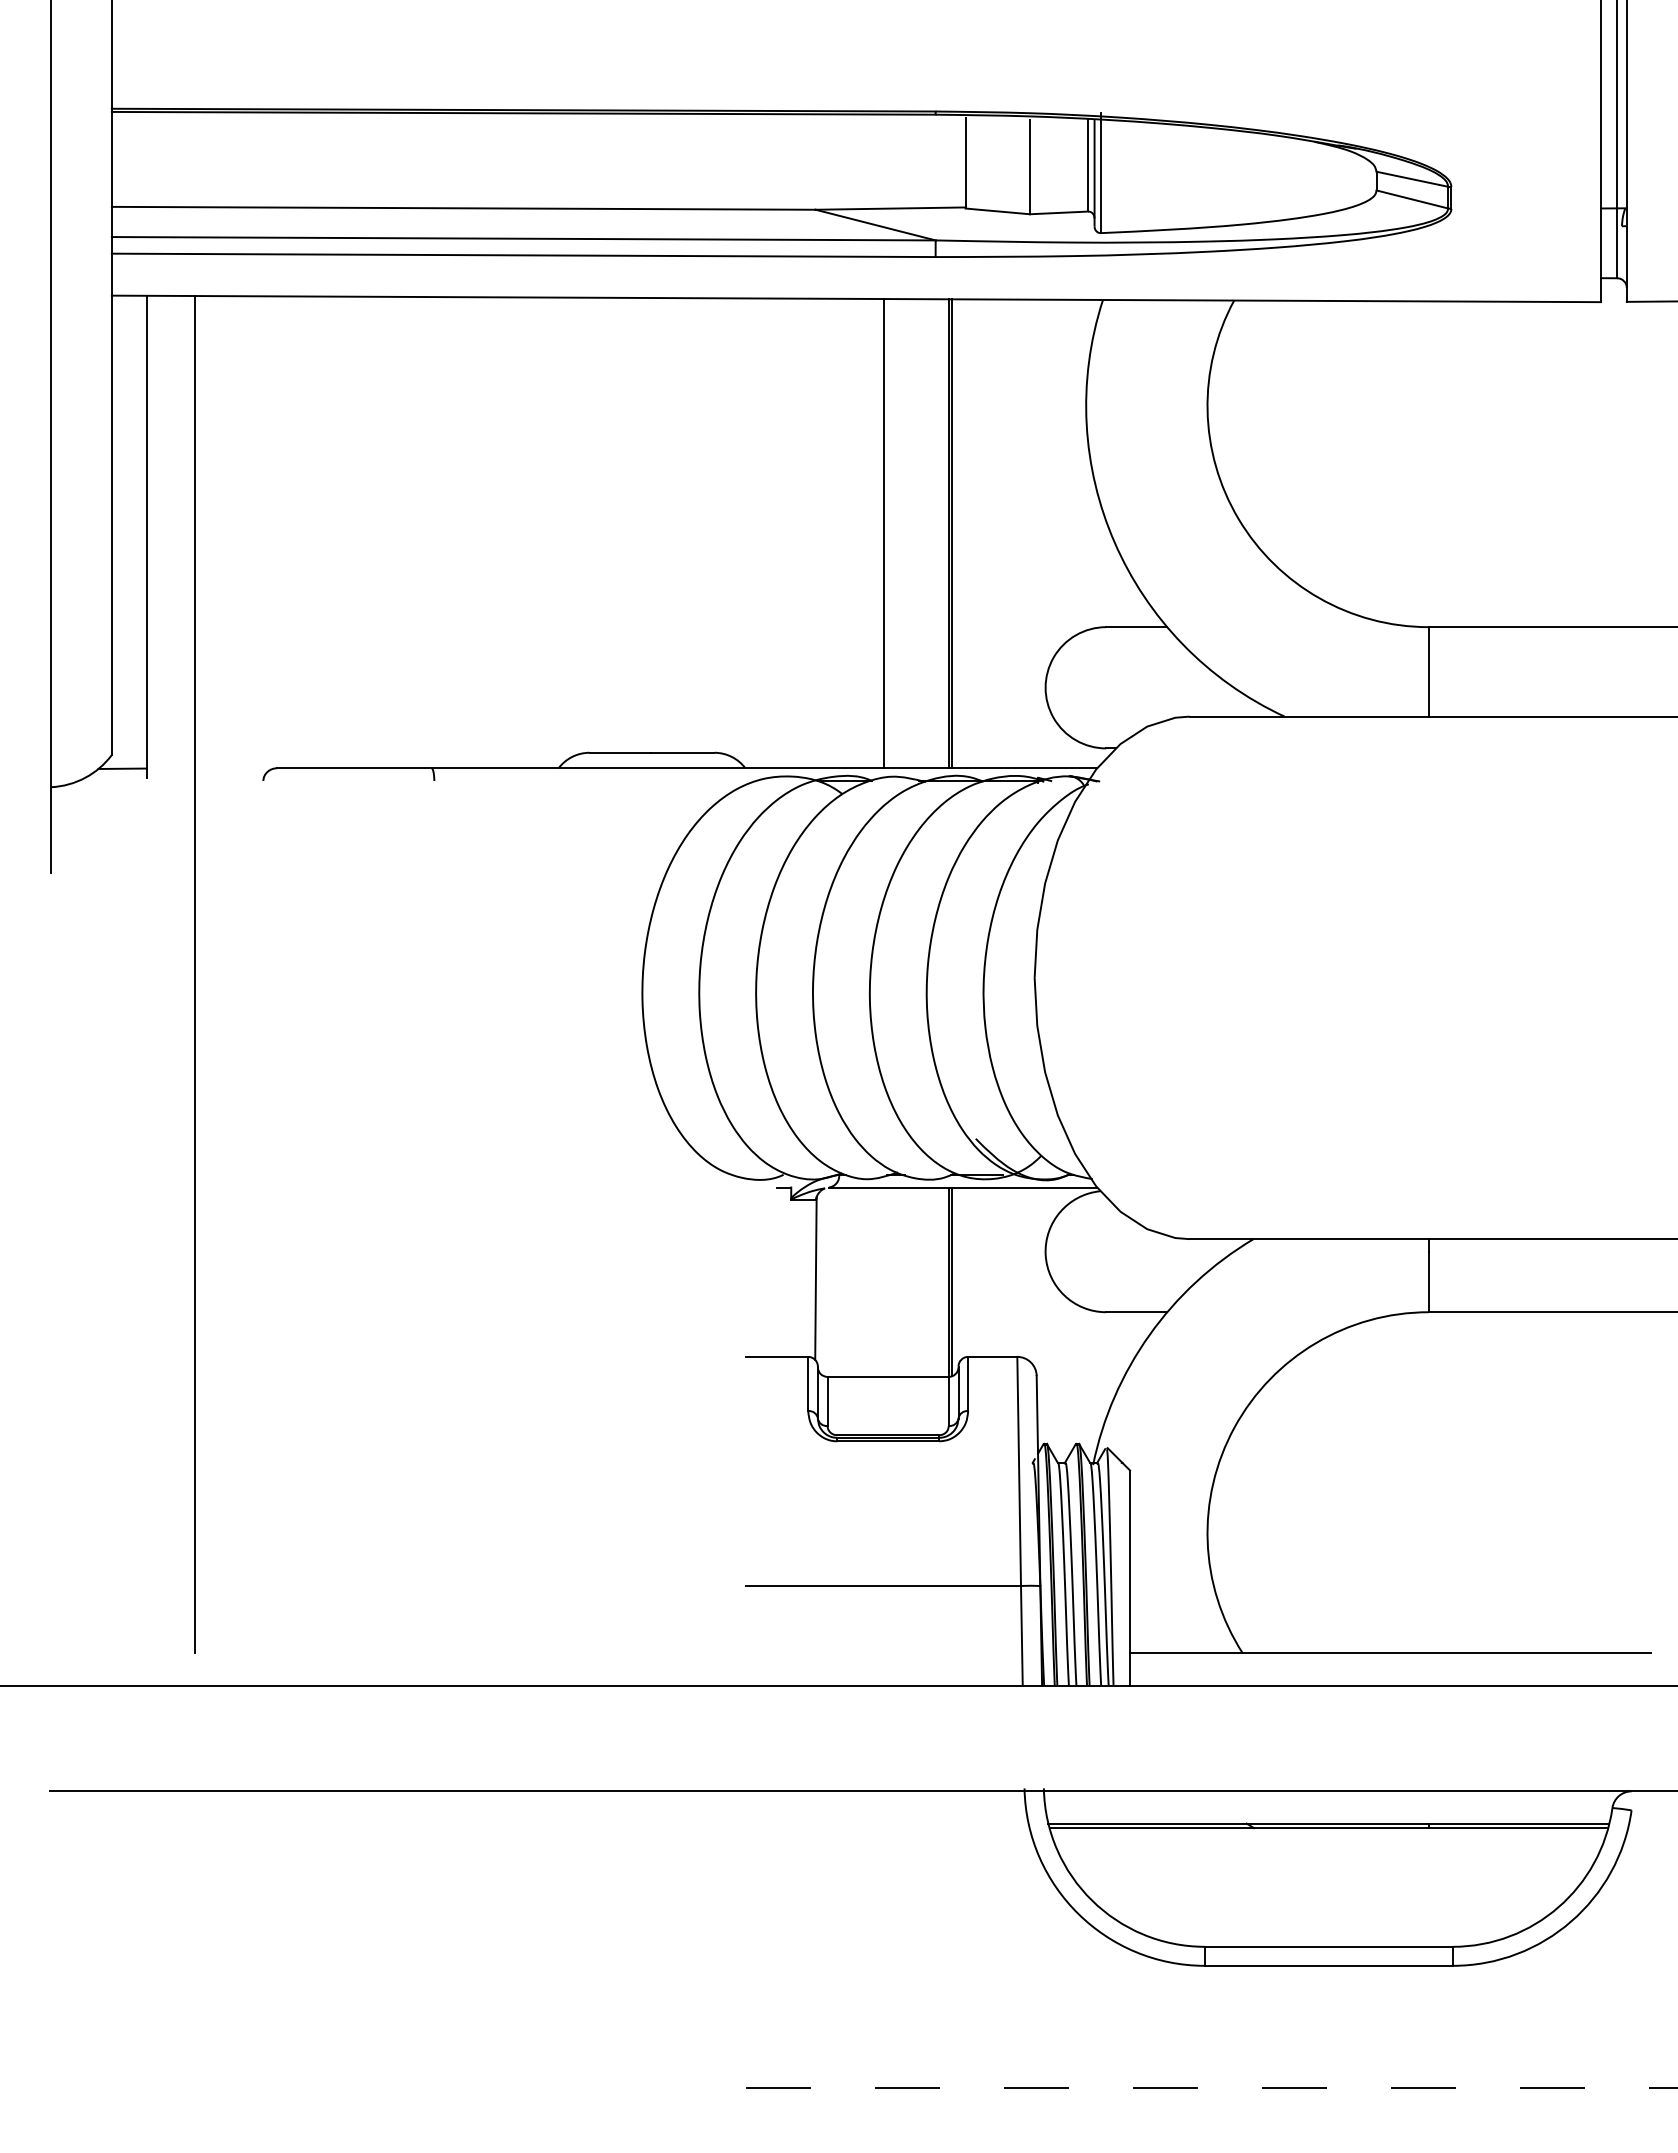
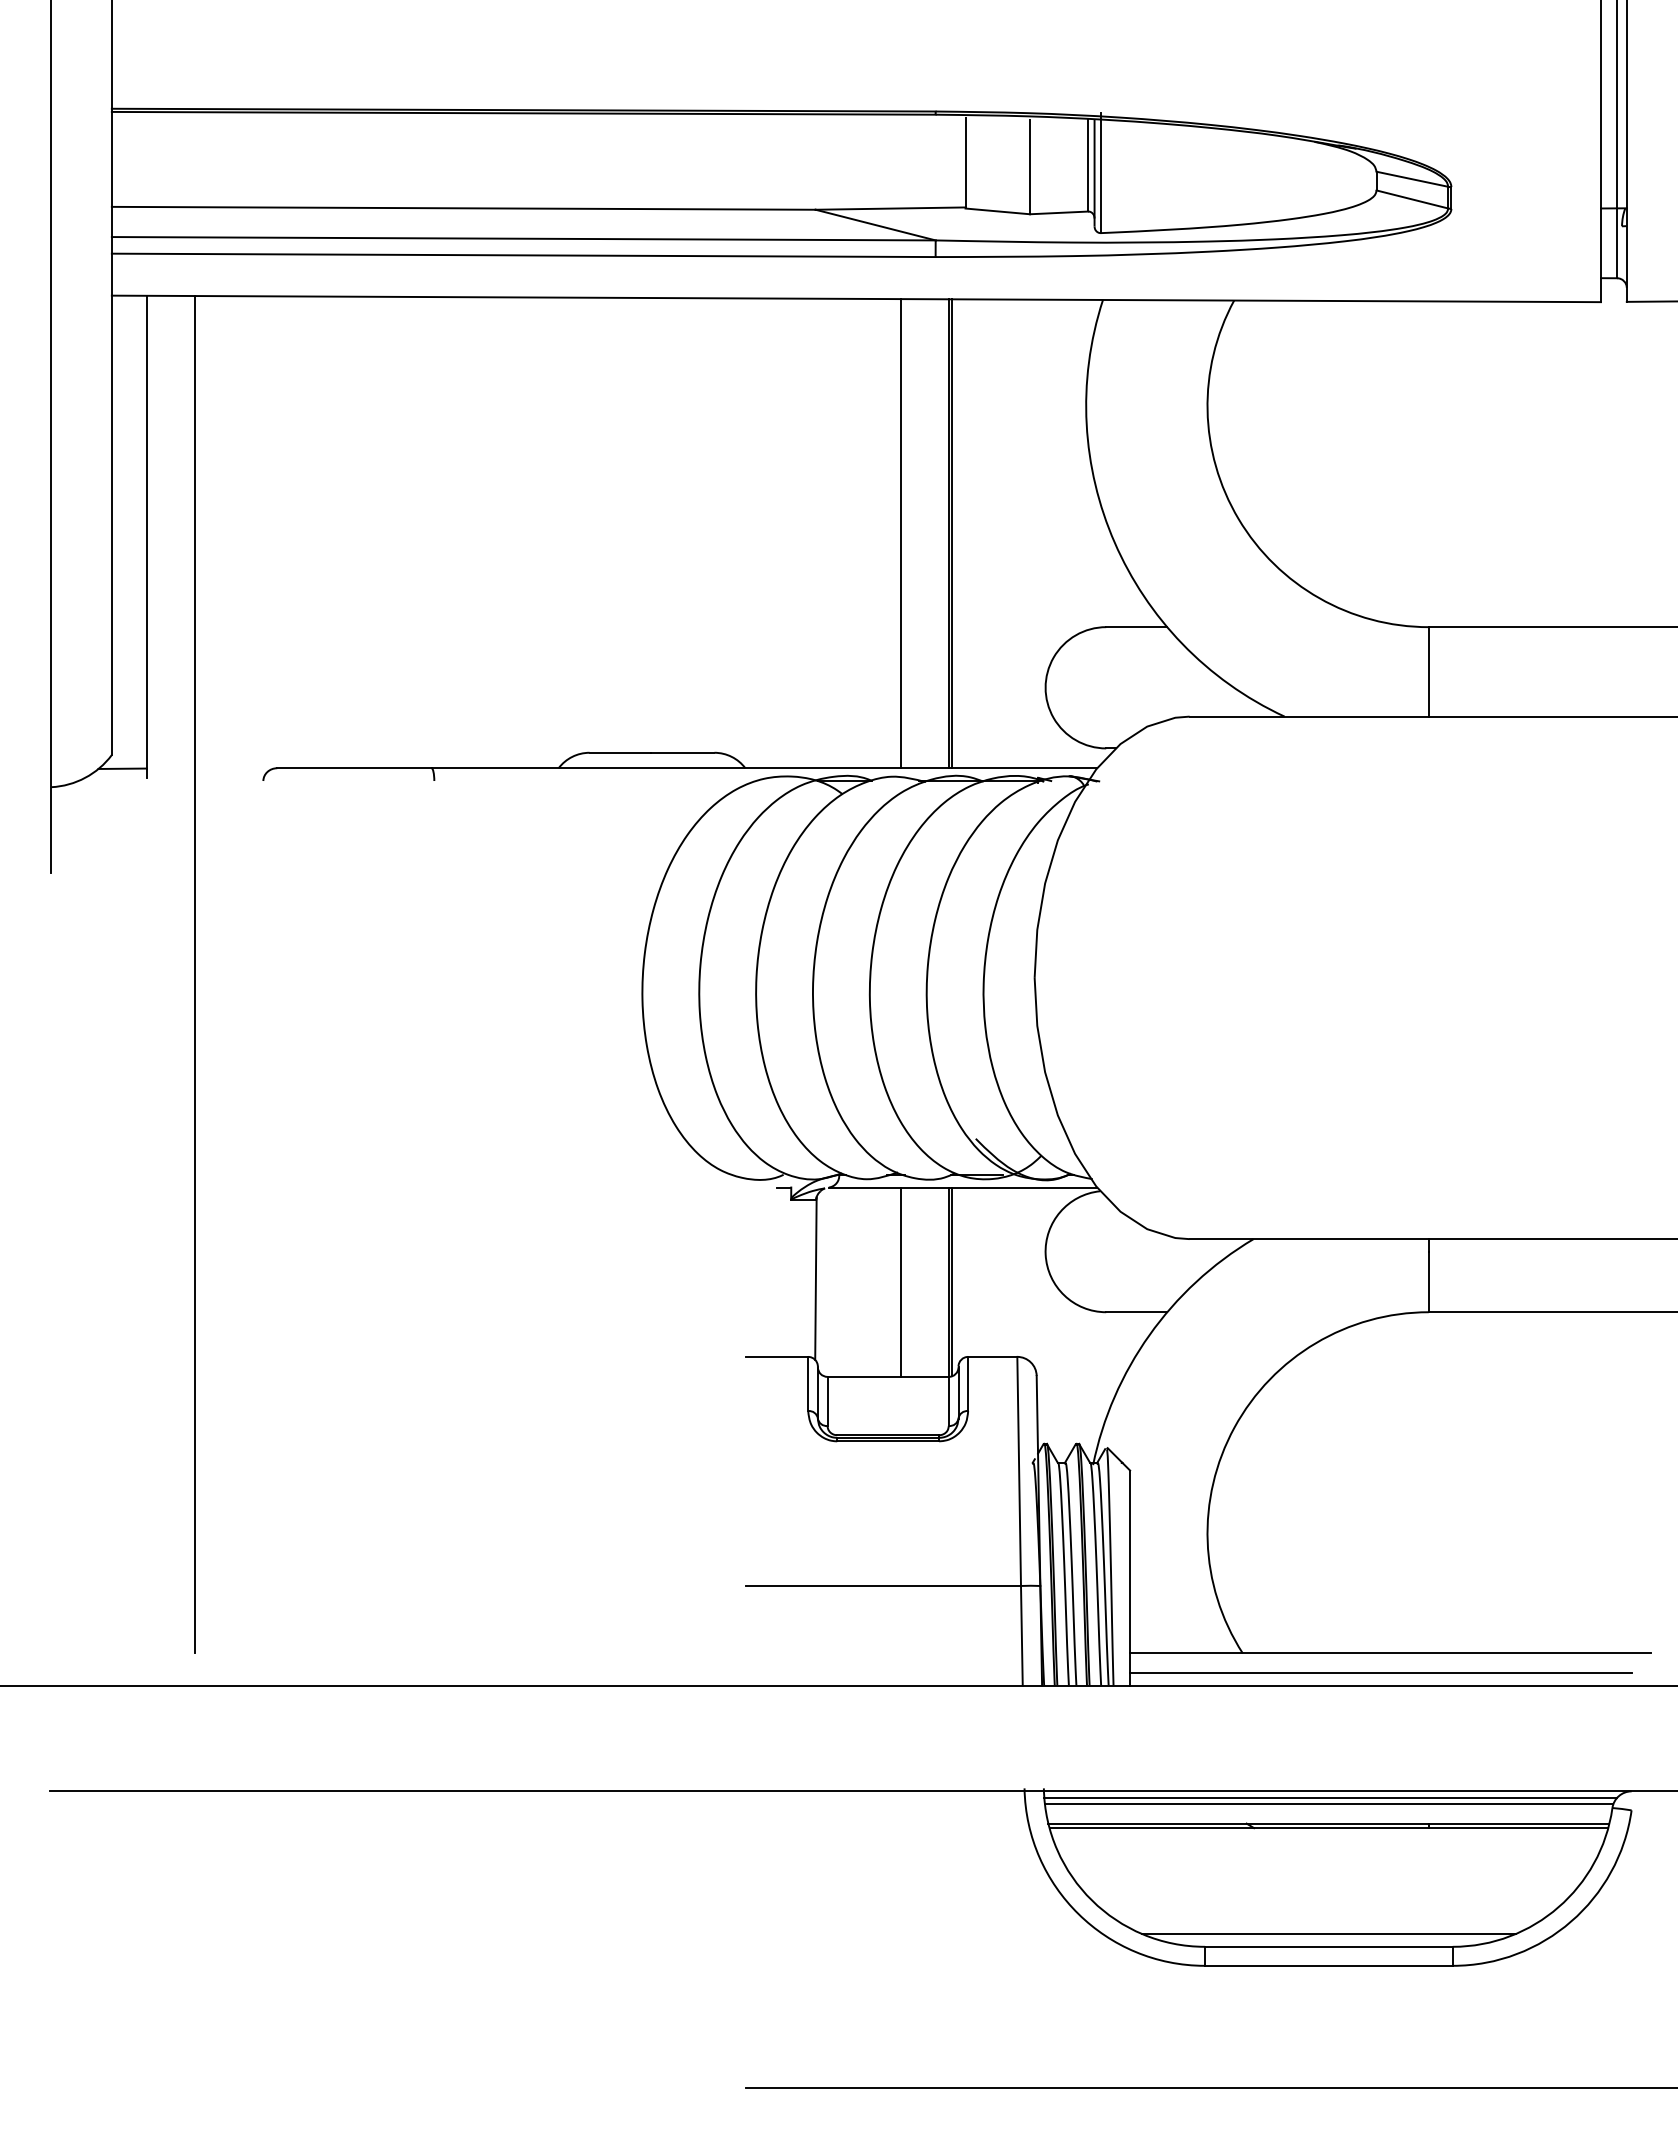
line at (884, 533) position: (884, 533) -> (901, 533)
line at (901, 1281): none -> present
line at (1380, 1672): none -> present
line at (1330, 1797): none -> present
line at (1328, 1804): none -> present
line at (1328, 1933): none -> present
line at (1212, 2088): dashed -> solid
